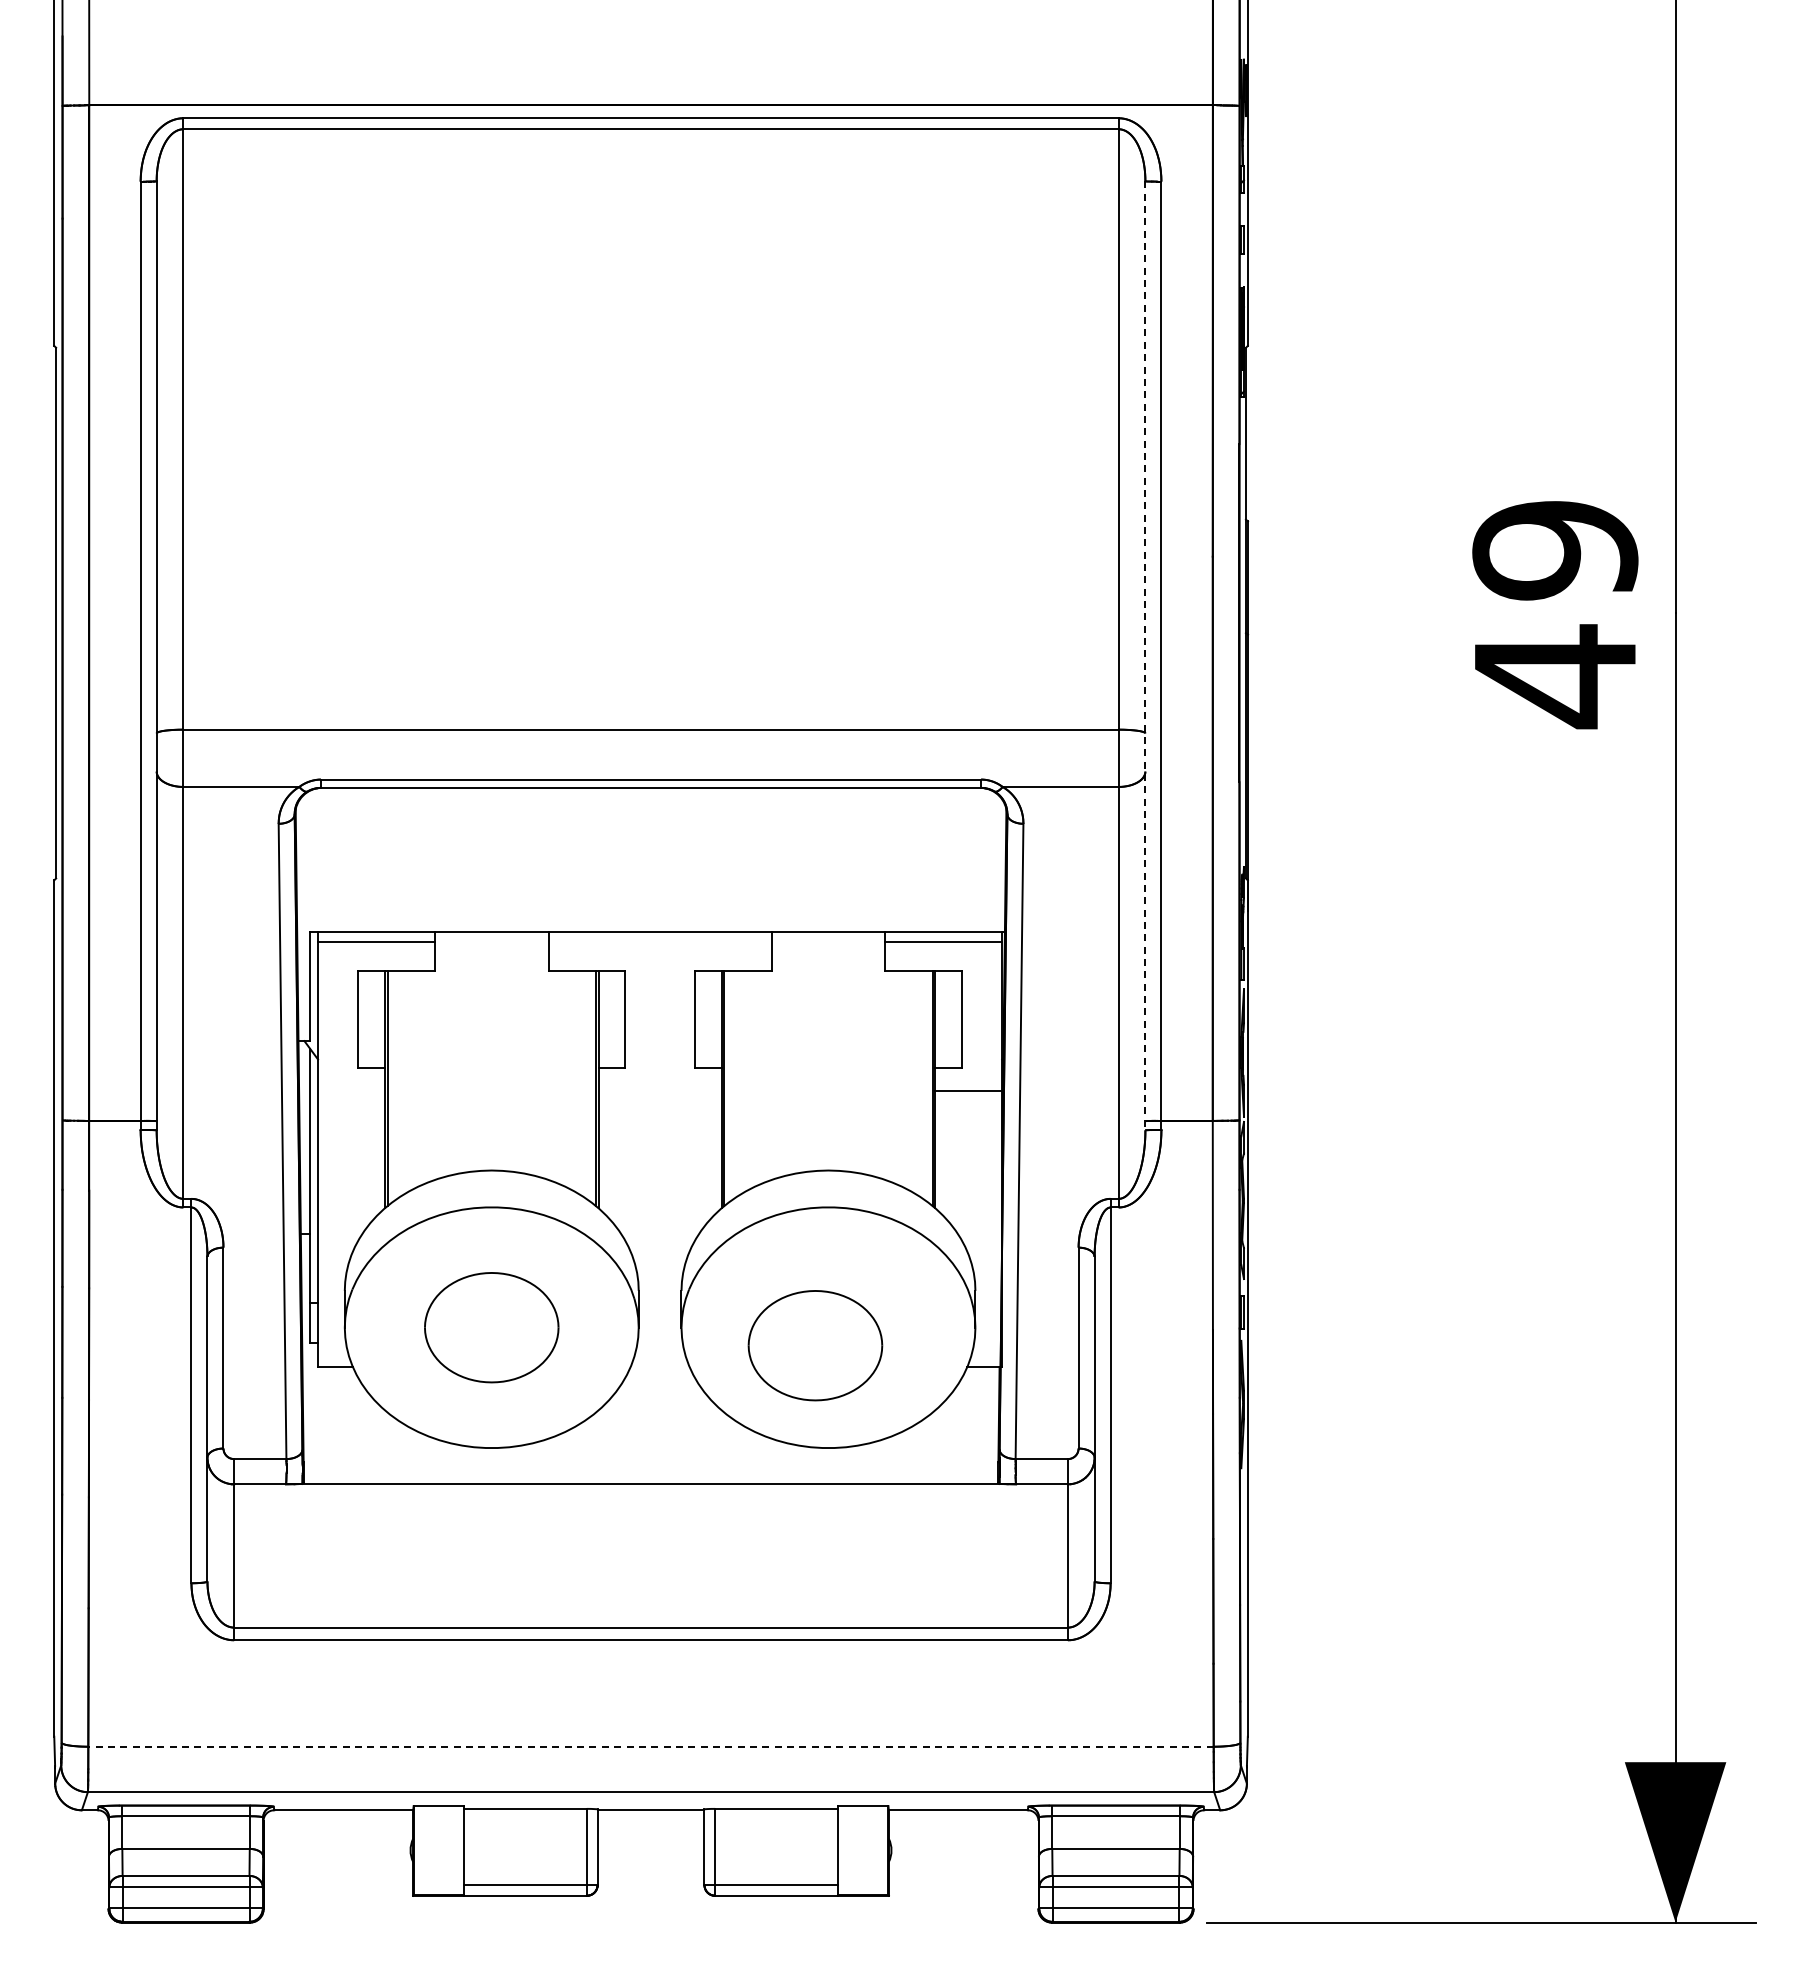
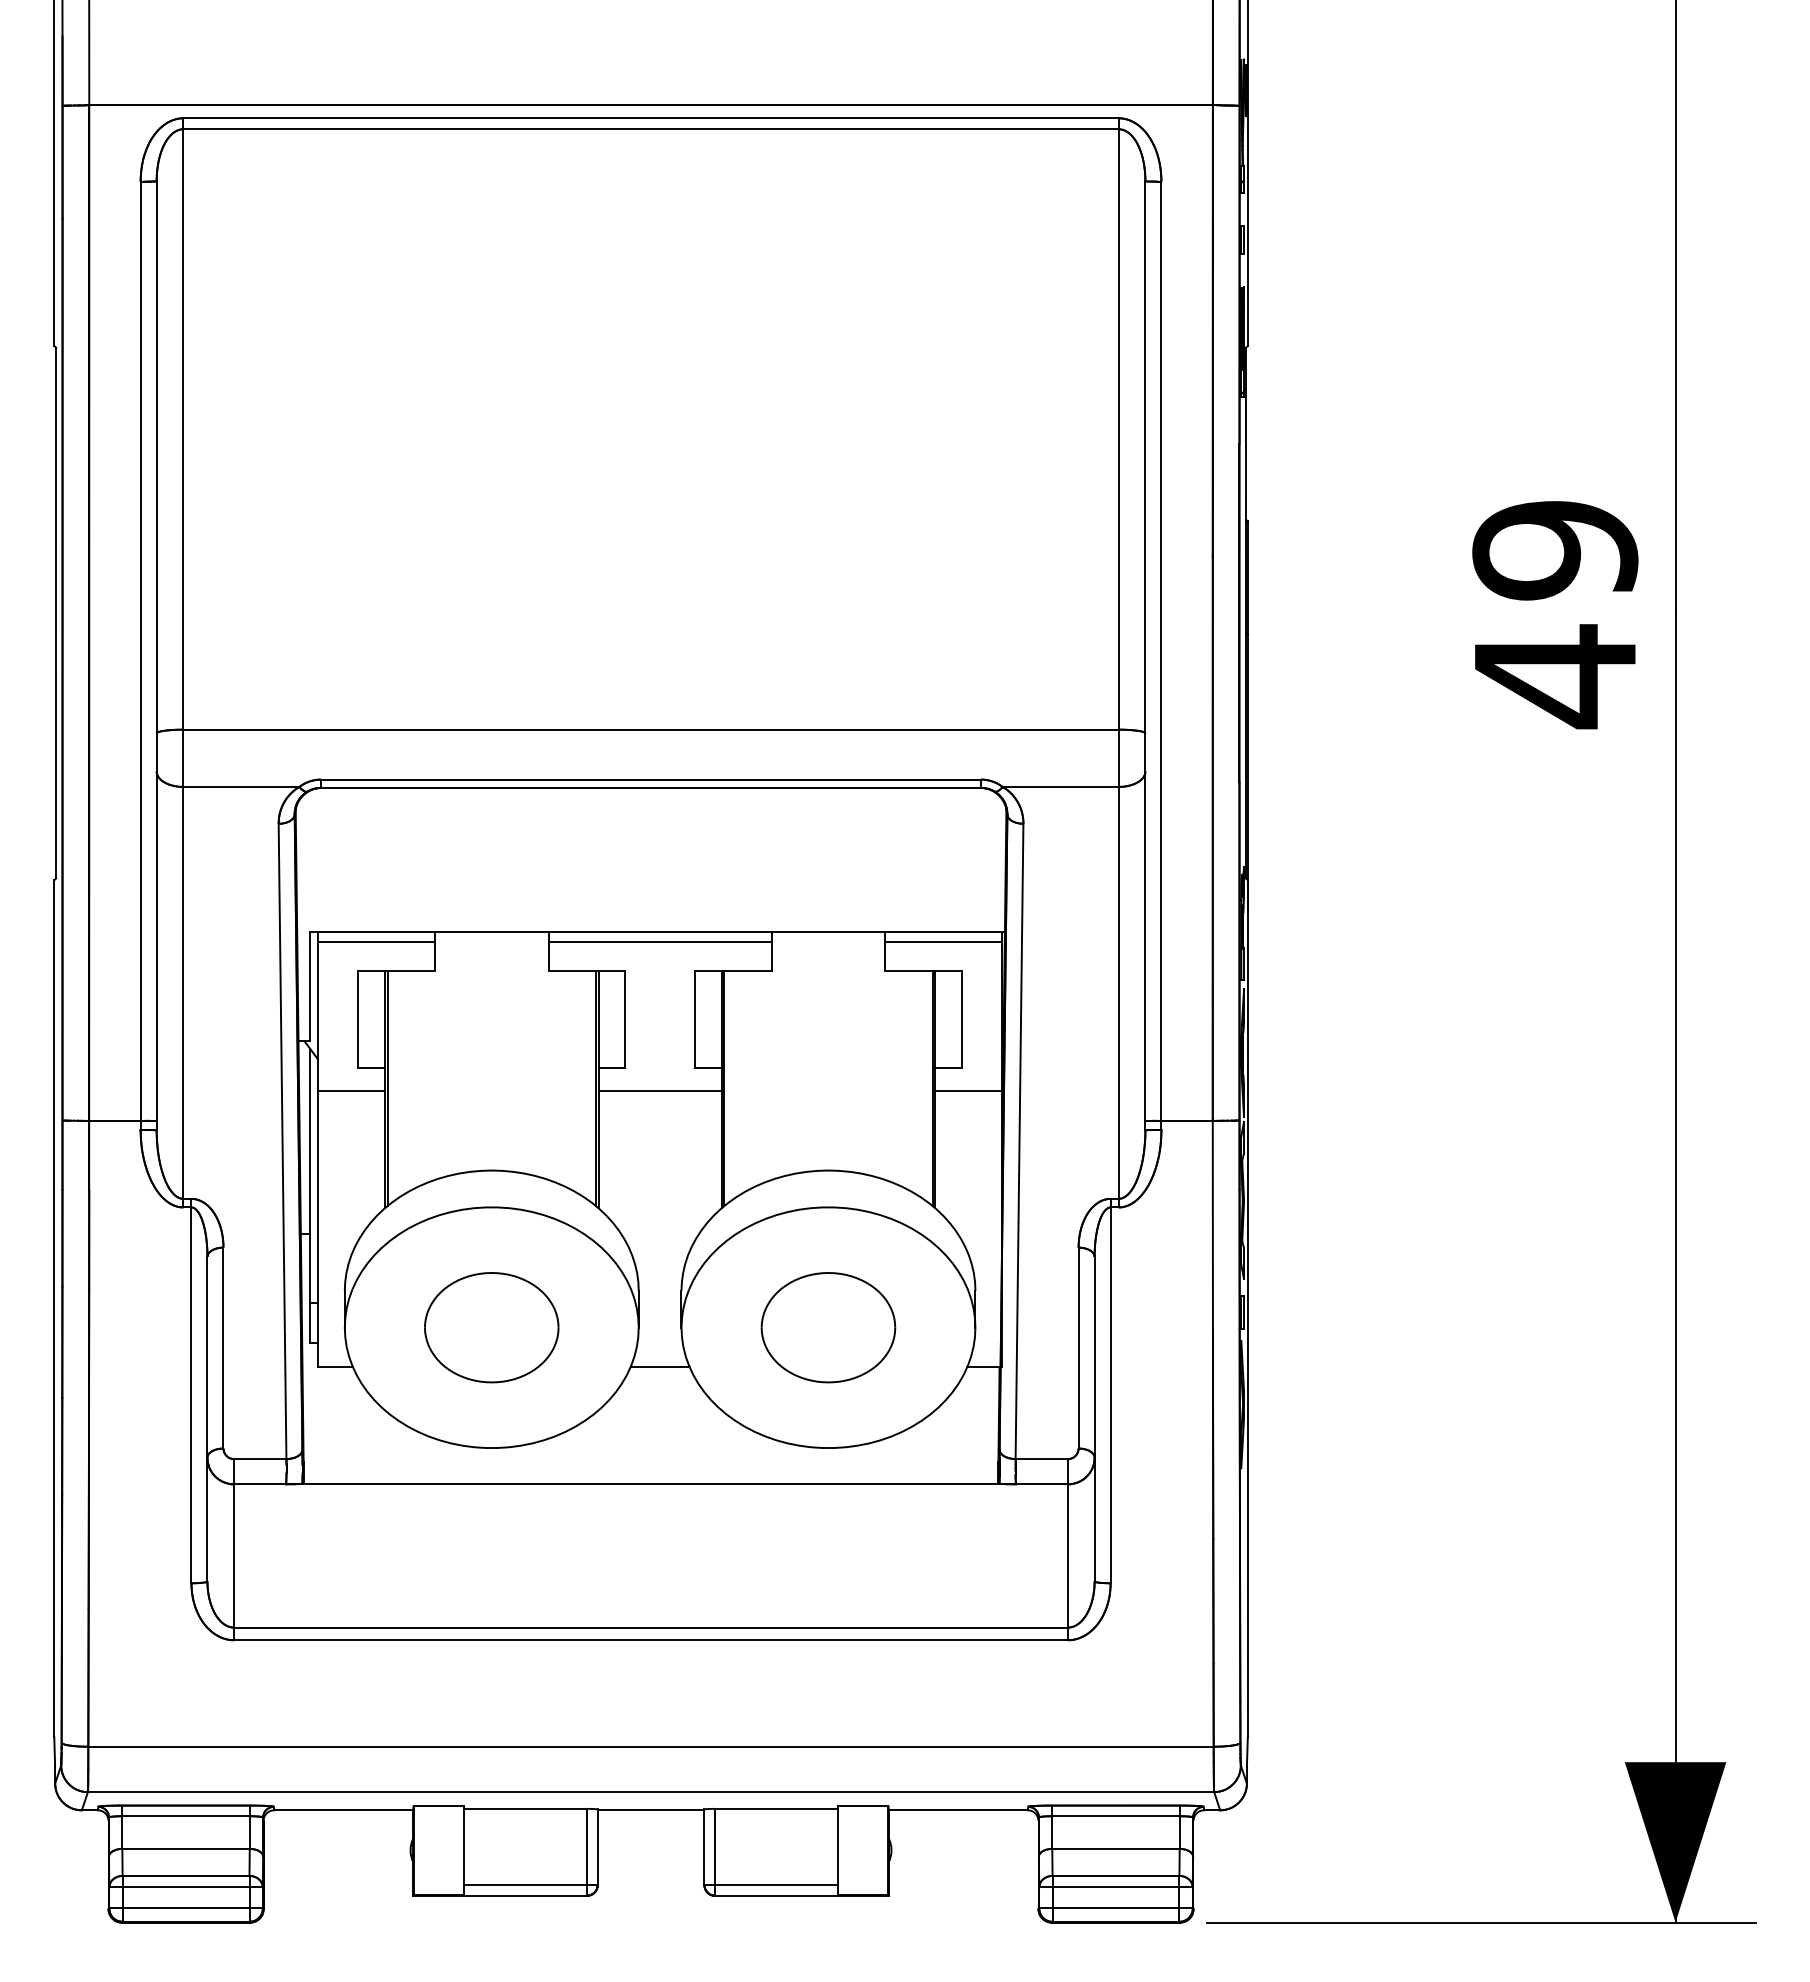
line at (1145, 656): dashed -> solid
line at (659, 942): none -> present
line at (351, 1091): none -> present
line at (659, 1091): none -> present
part at (815, 1345) position: (815, 1345) -> (828, 1327)
line at (659, 1367): none -> present
line at (651, 1746): dashed -> solid
